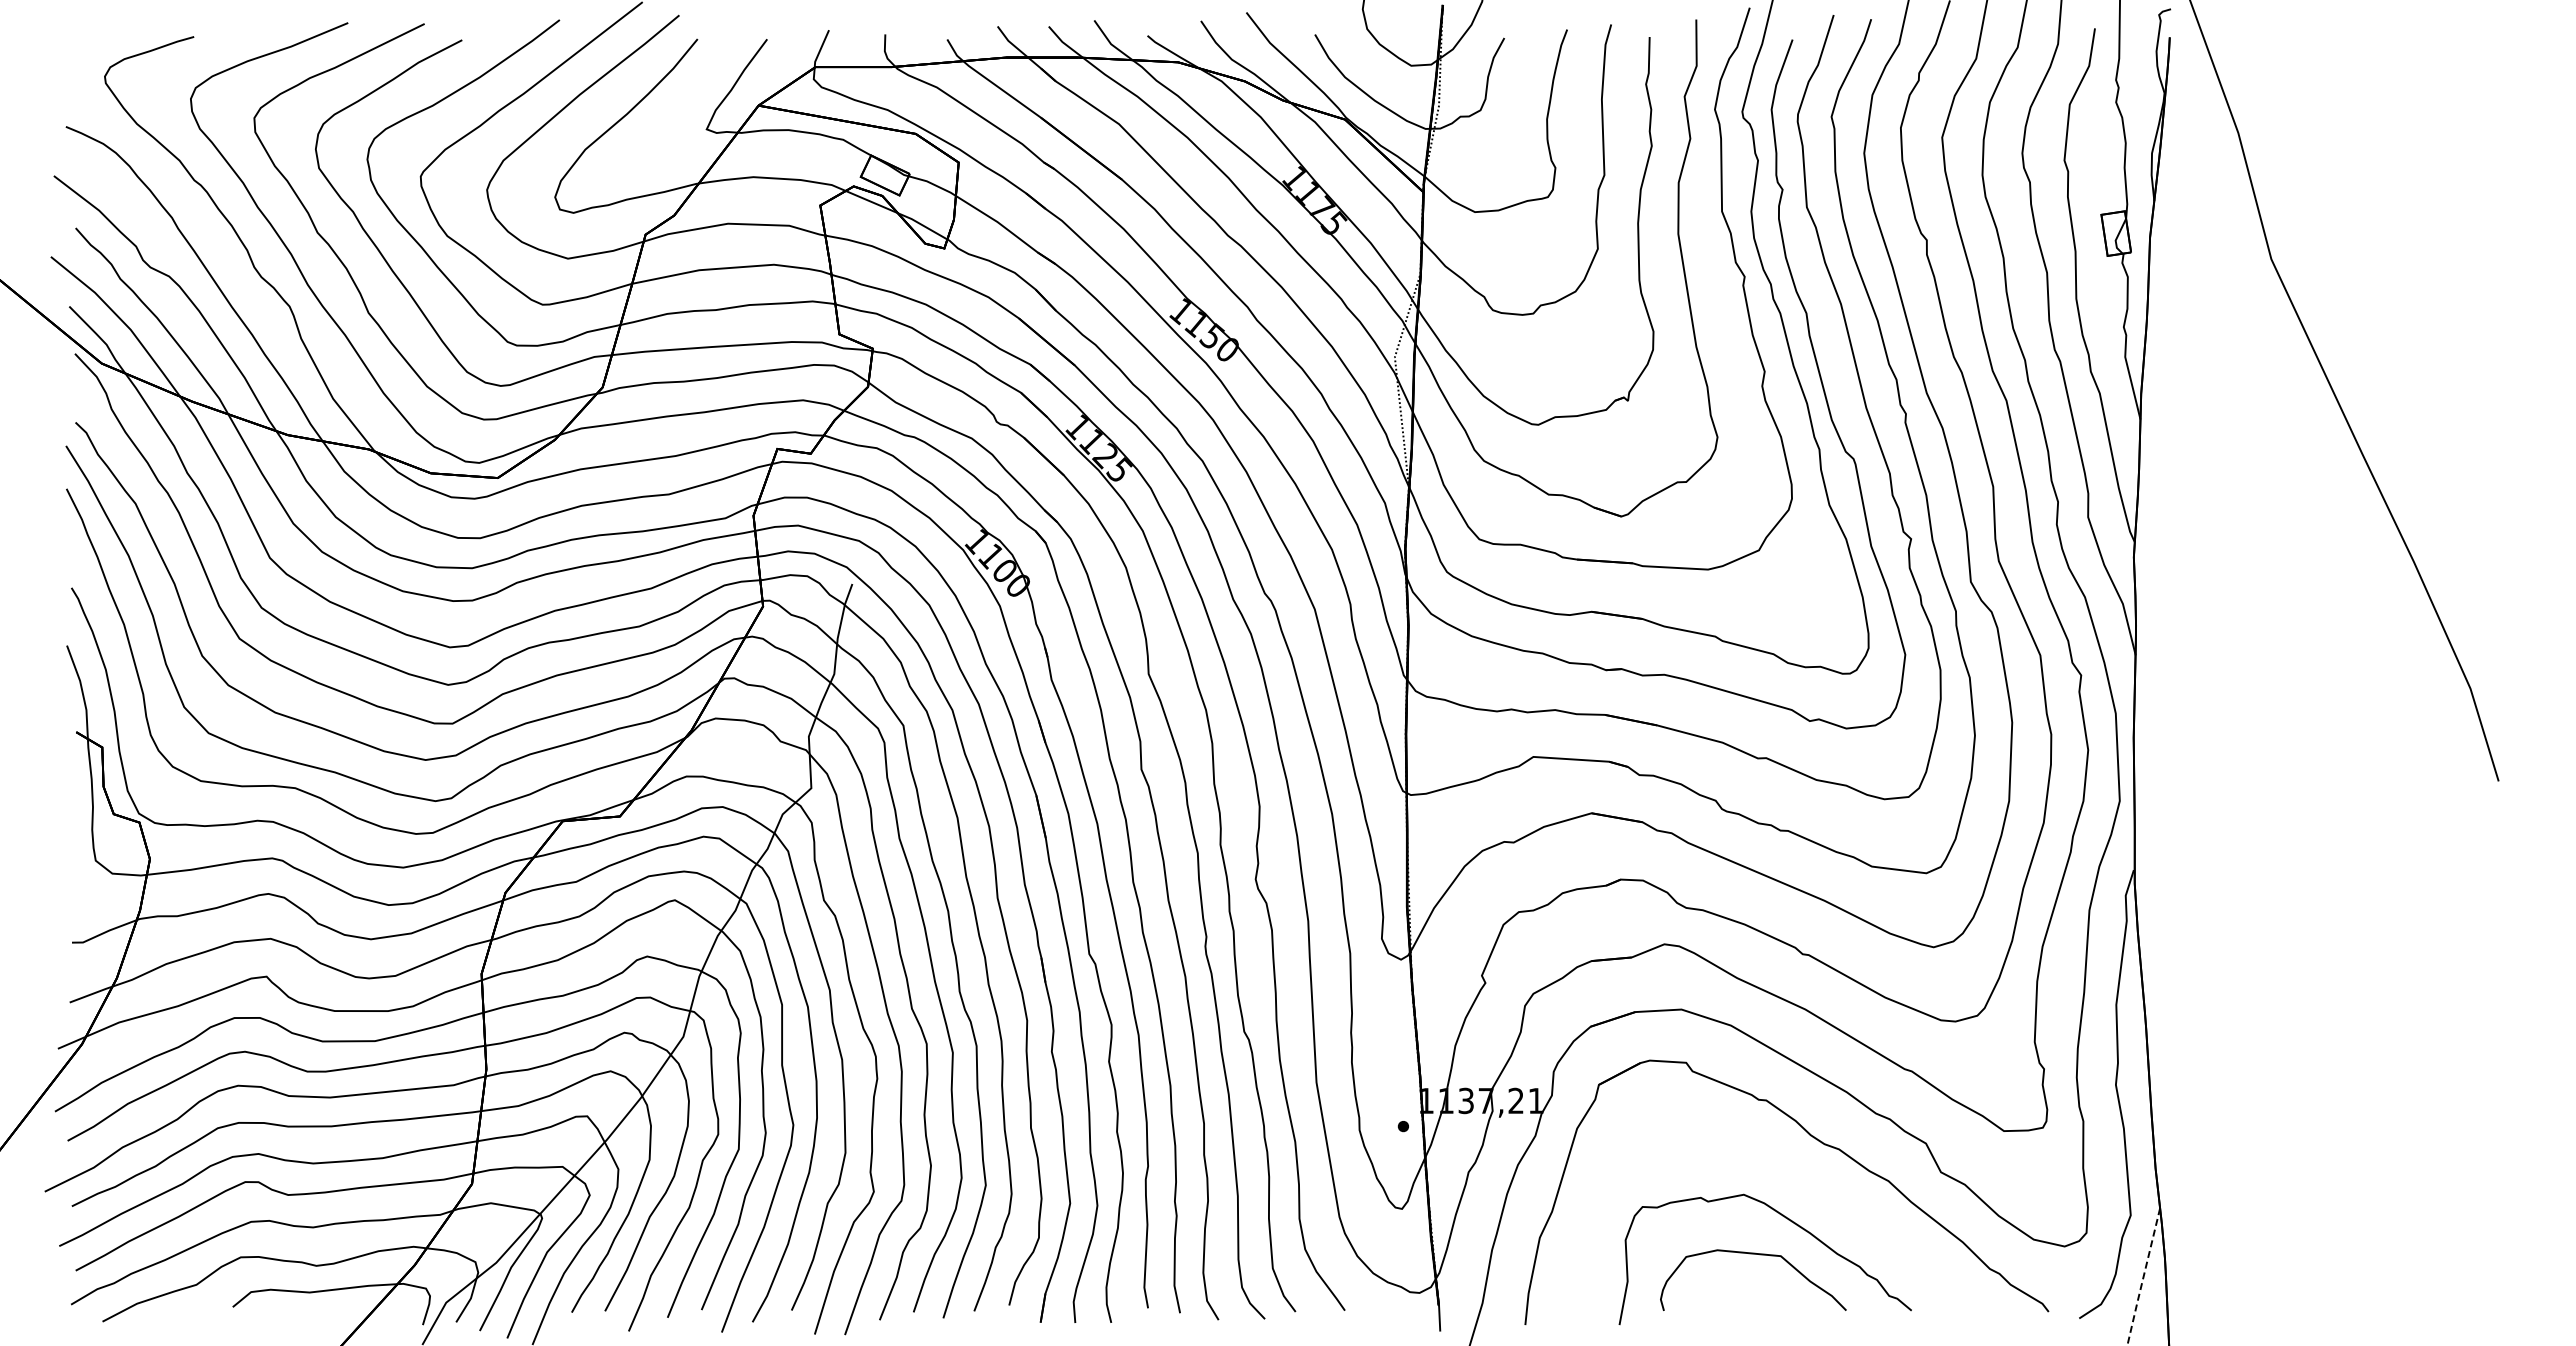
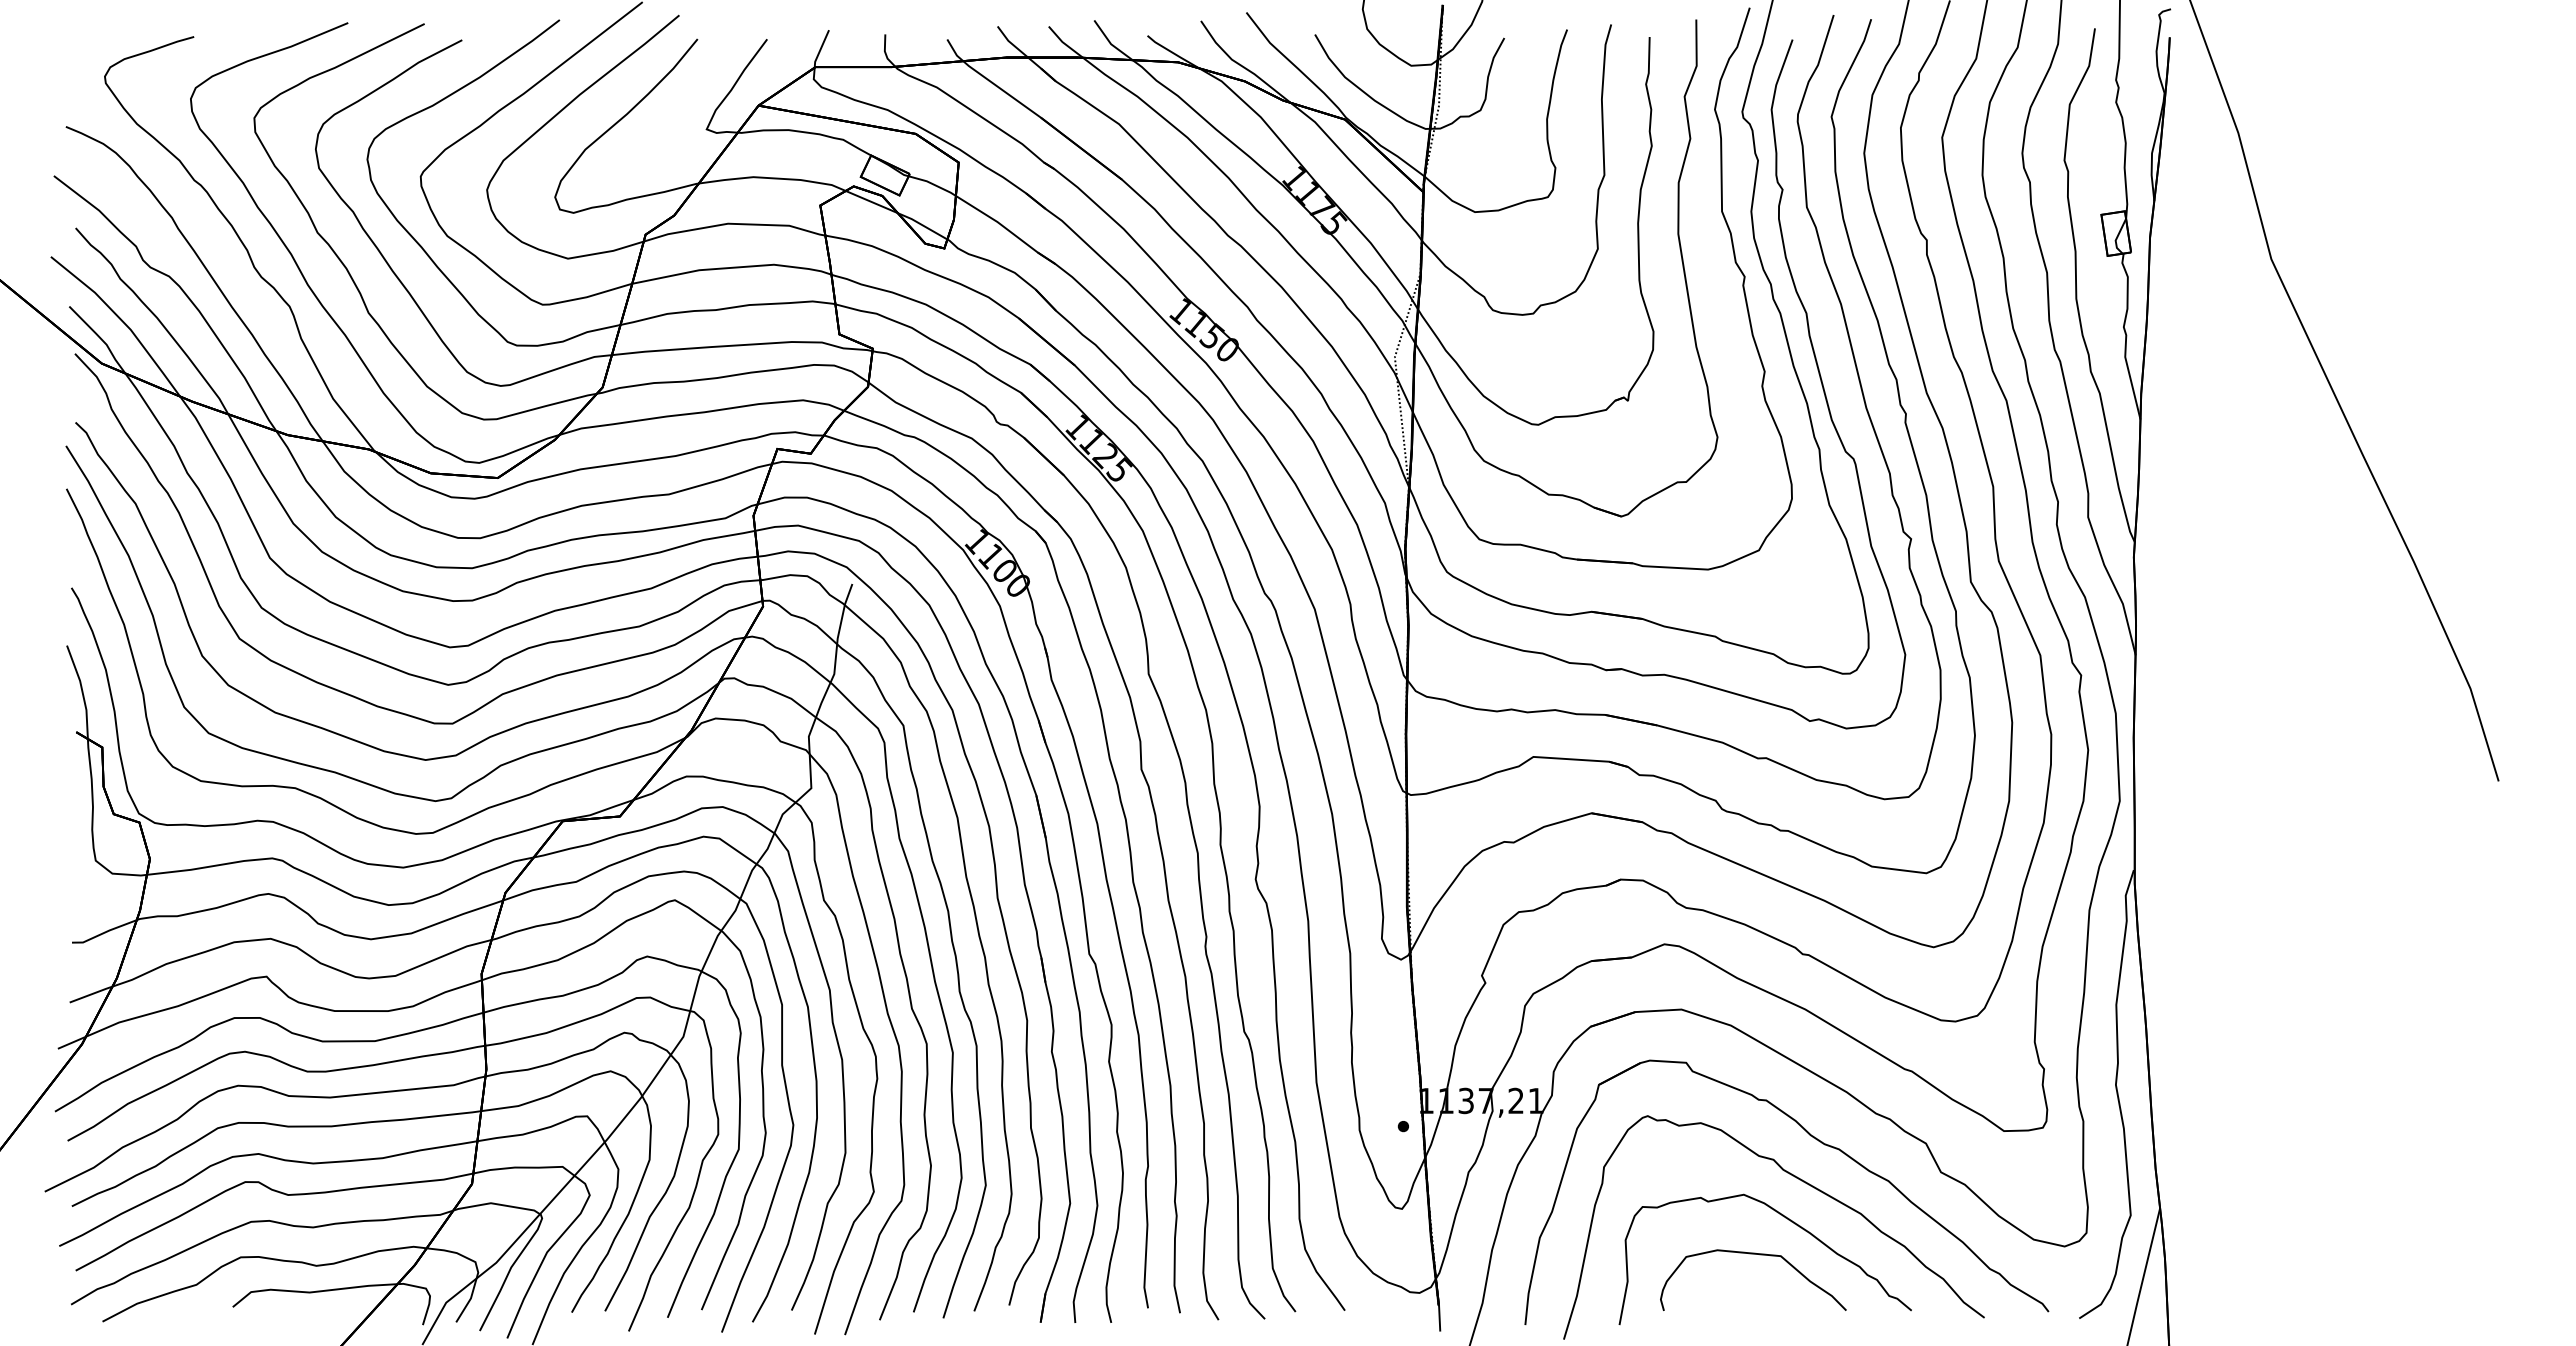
curve at (1799, 1180): none -> present
line at (2143, 1278): dashed -> solid
